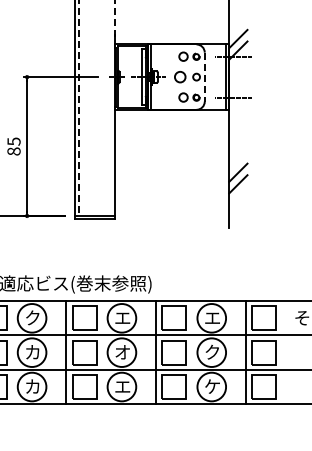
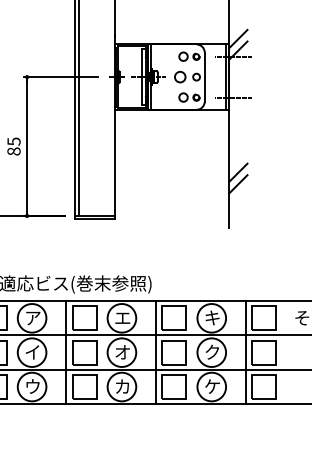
line at (114, 18): dashed -> solid
line at (204, 77): dashed -> solid
line at (79, 108): dashed -> solid
text at (33, 317): ク -> ア
text at (212, 317): エ -> キ
text at (32, 352): カ -> イ
text at (32, 386): カ -> ウ
text at (122, 386): エ -> カ
